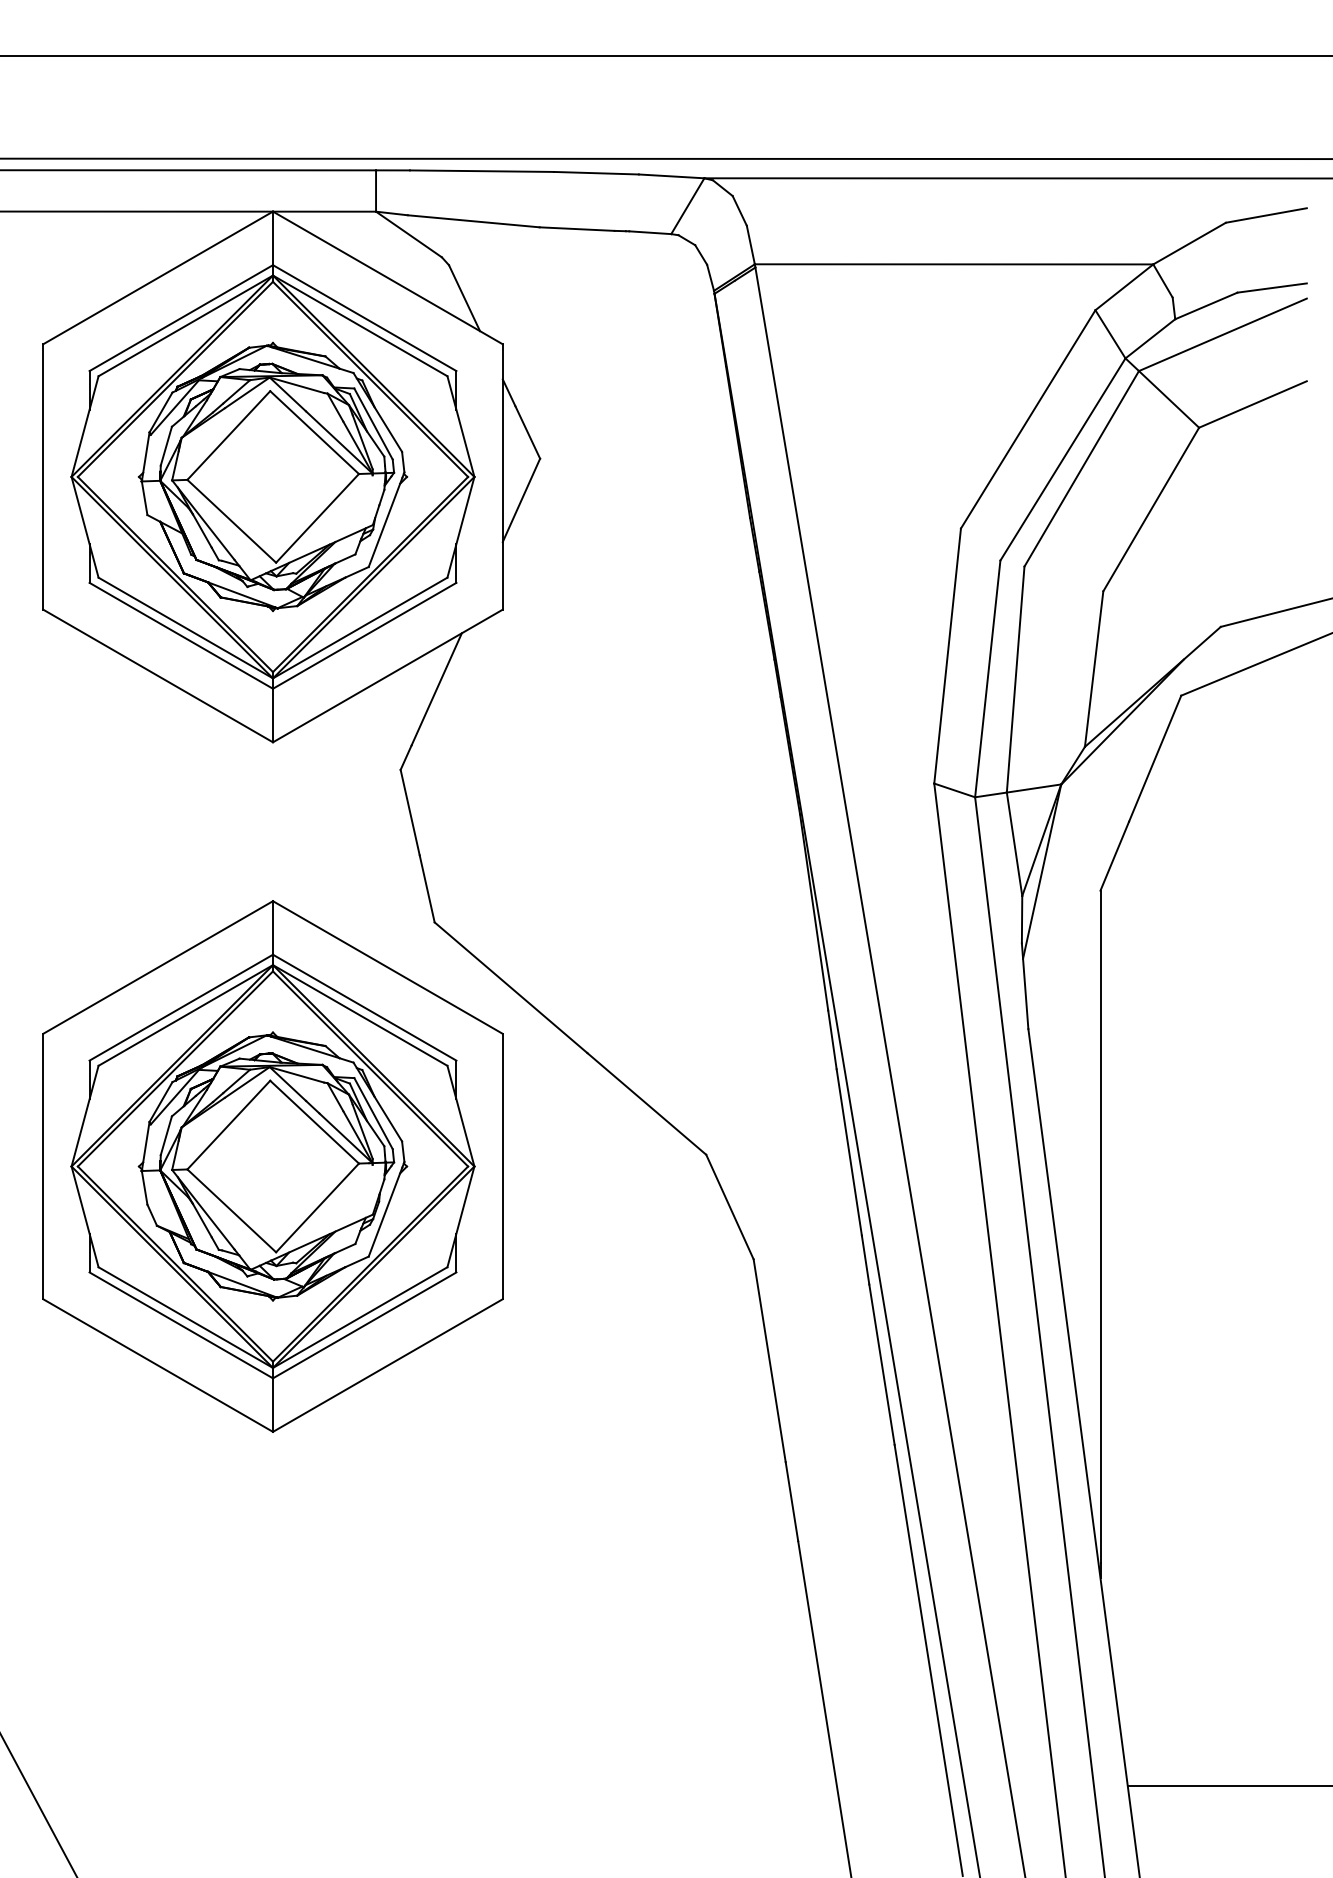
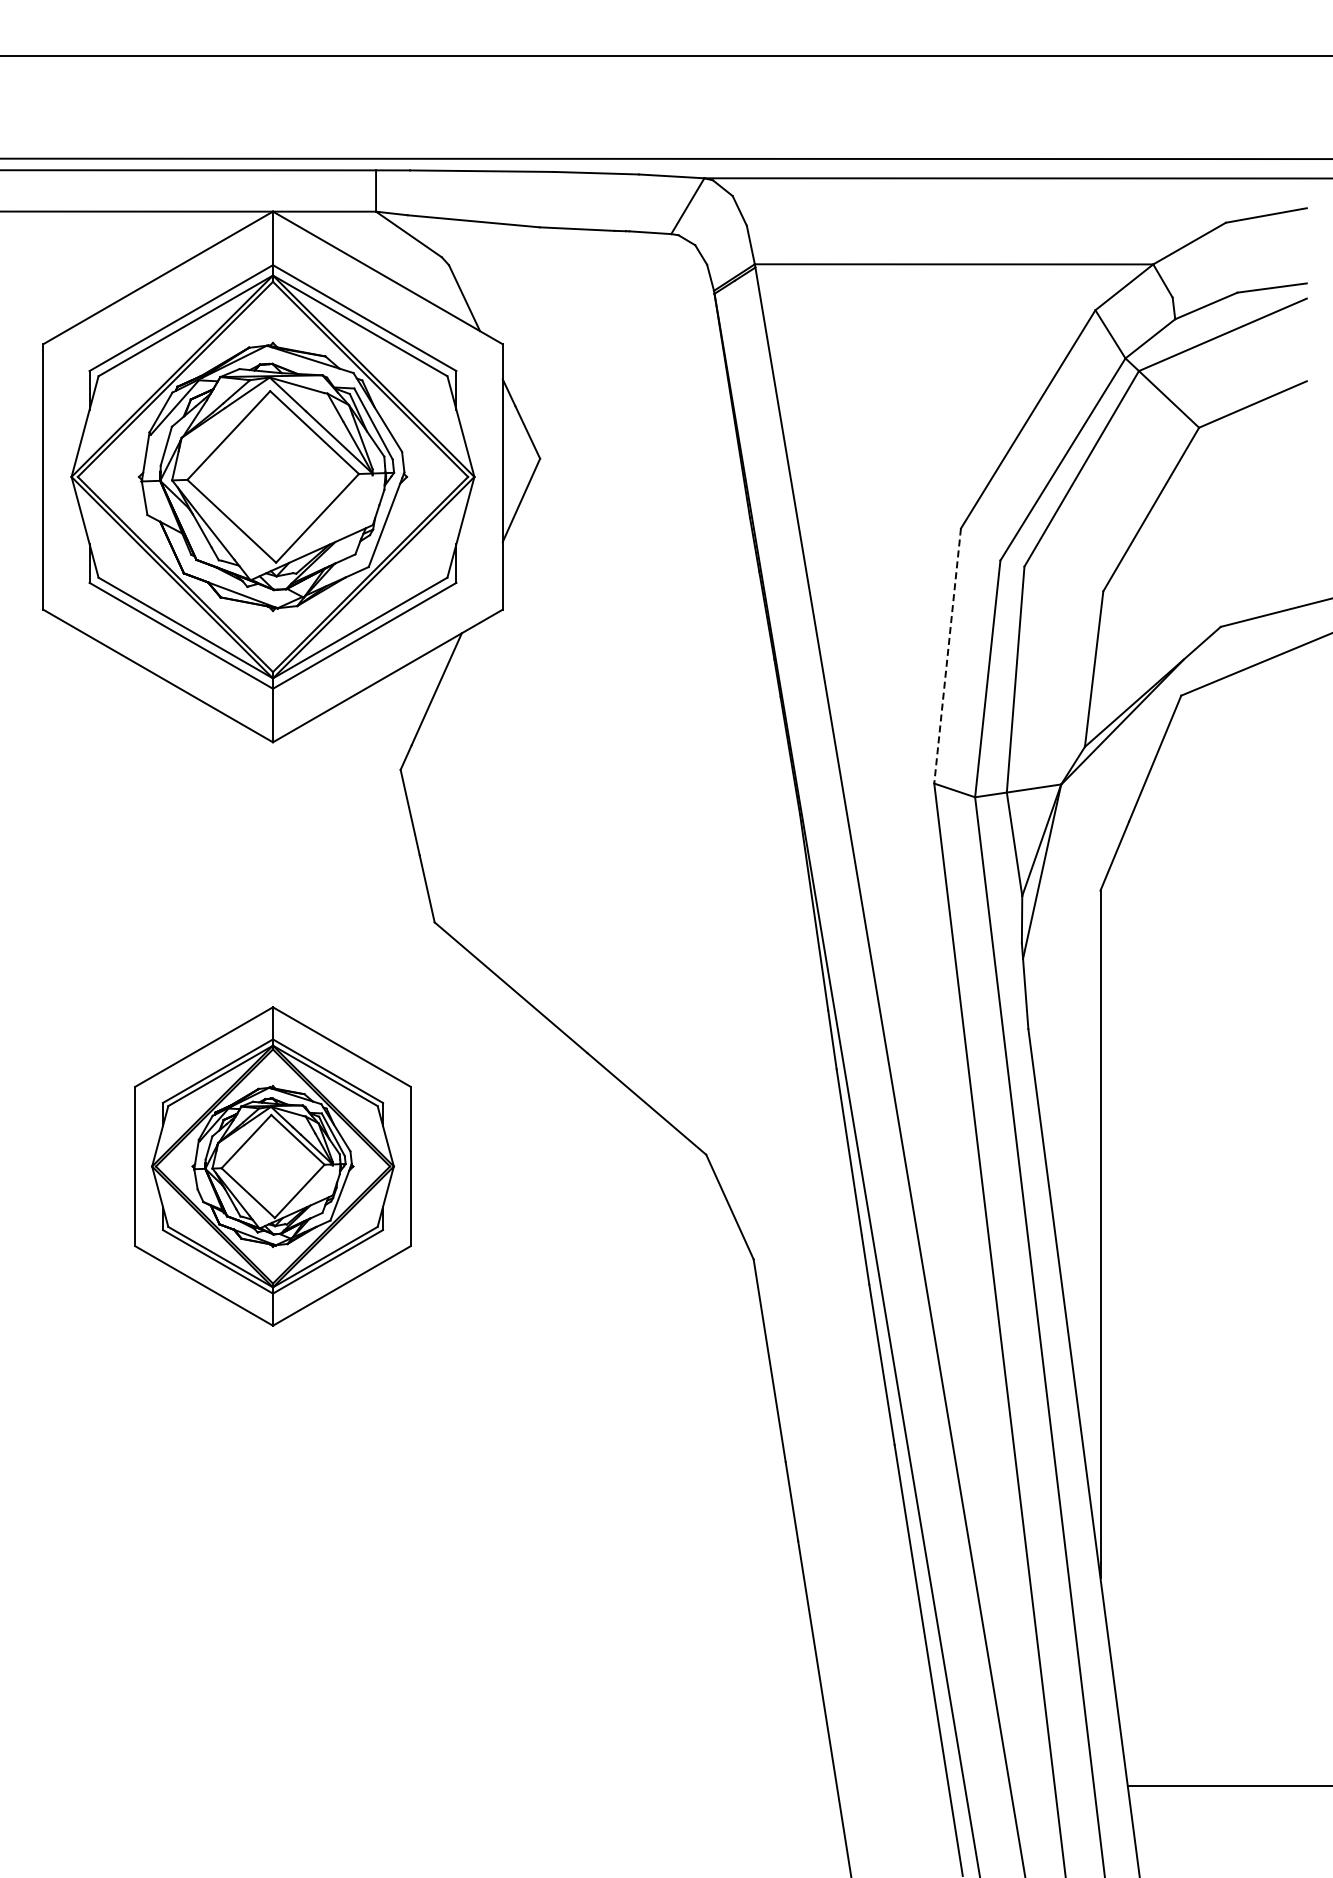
line at (947, 656): solid -> dashed
part at (272, 1166) size: 462x533 px -> 278x321 px
line at (38, 1805): present -> none
